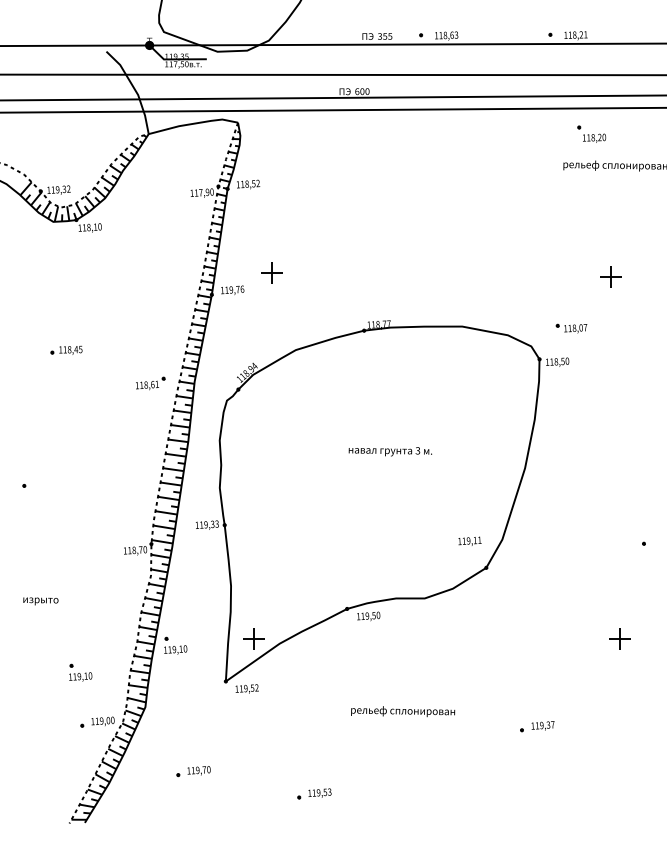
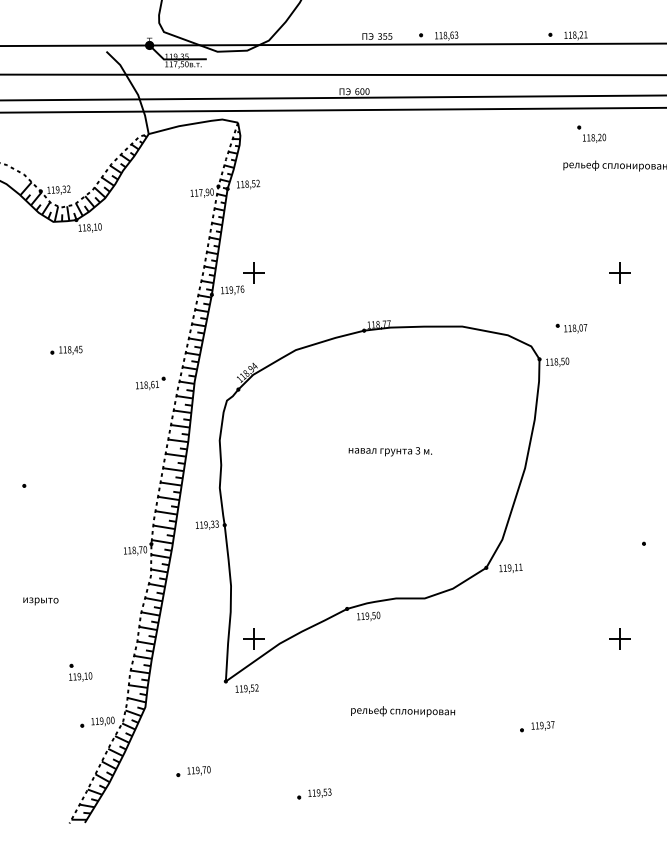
part at (271, 272) position: (271, 272) -> (253, 272)
part at (610, 276) position: (610, 276) -> (619, 272)
text at (469, 540) position: (469, 540) -> (510, 567)
part at (175, 645): present -> none
